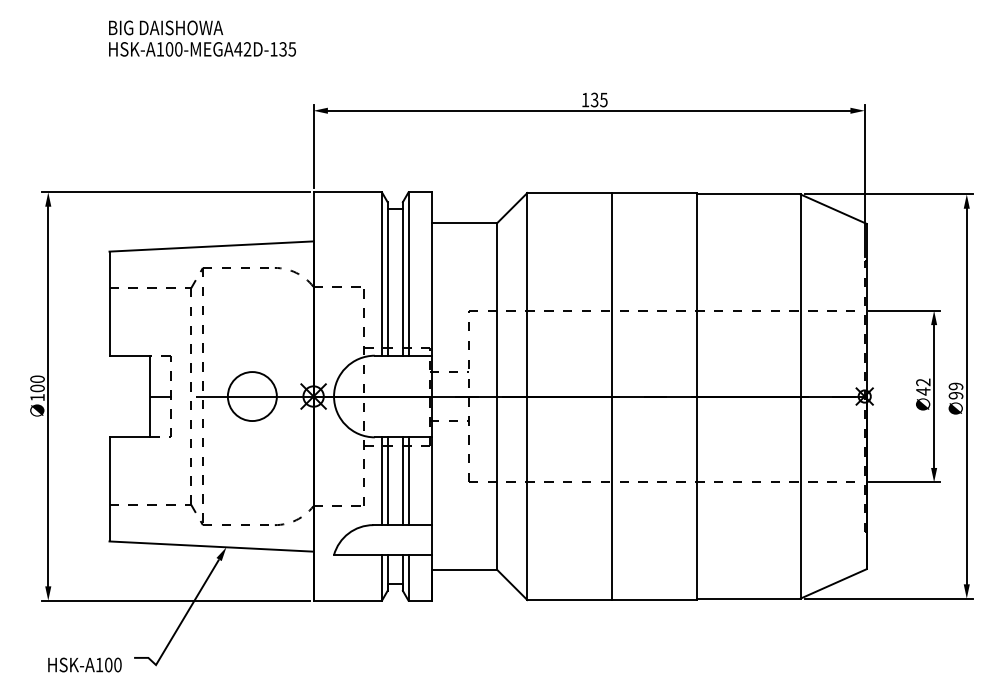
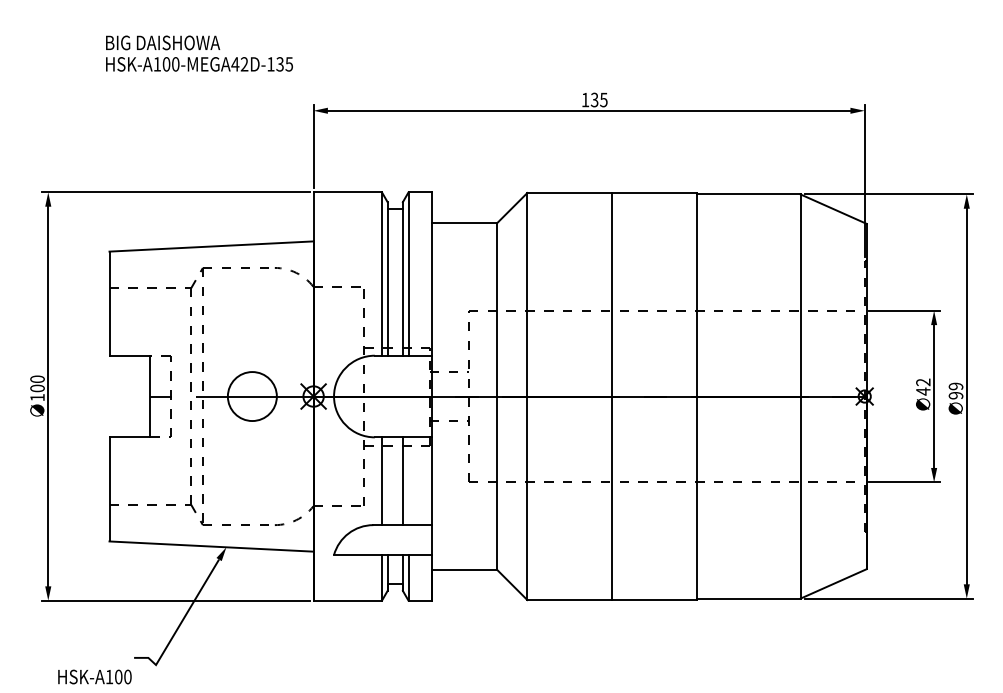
text at (202, 38) position: (202, 38) -> (199, 53)
line at (387, 481): present -> none
line at (408, 481): present -> none
text at (84, 664) position: (84, 664) -> (94, 676)
